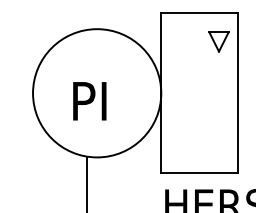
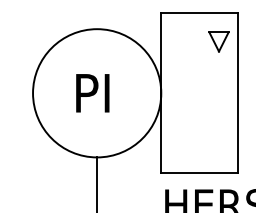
text at (89, 101) position: (89, 101) -> (92, 93)
line at (87, 183) position: (87, 183) -> (97, 183)
